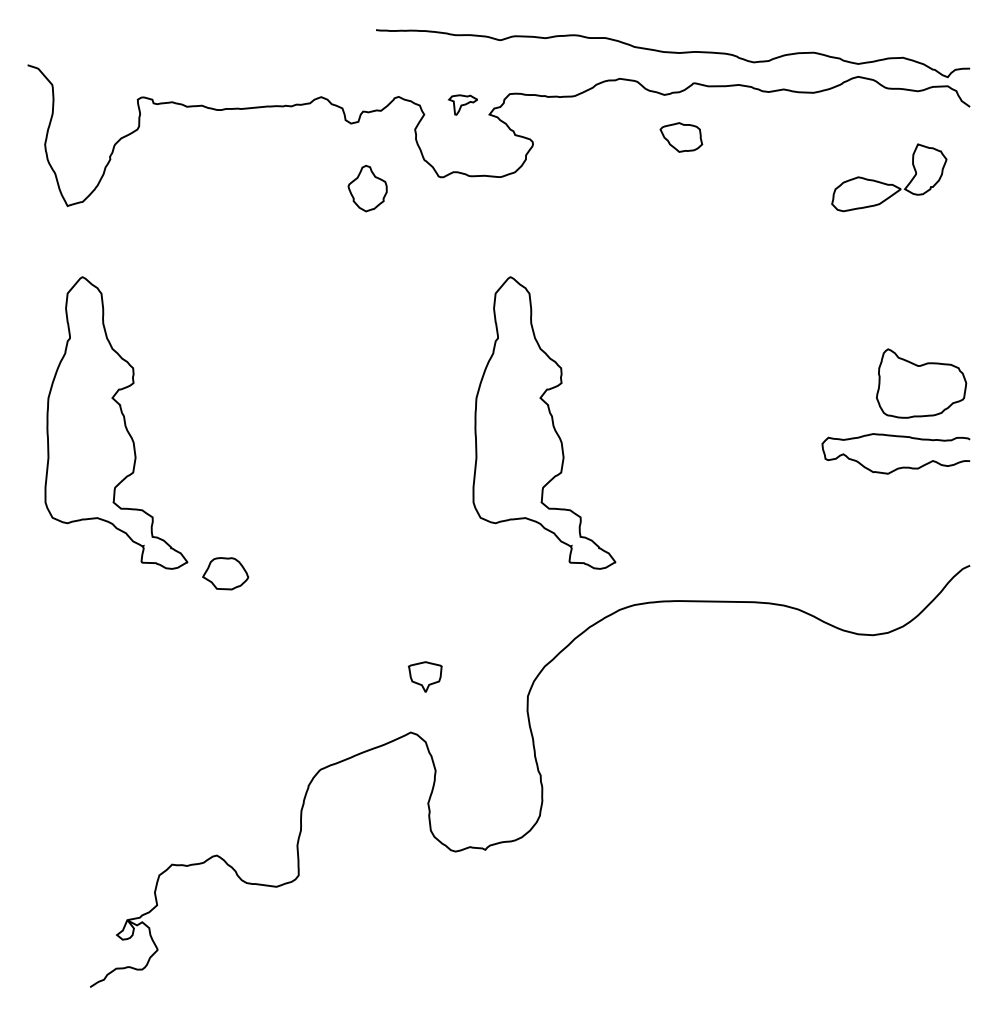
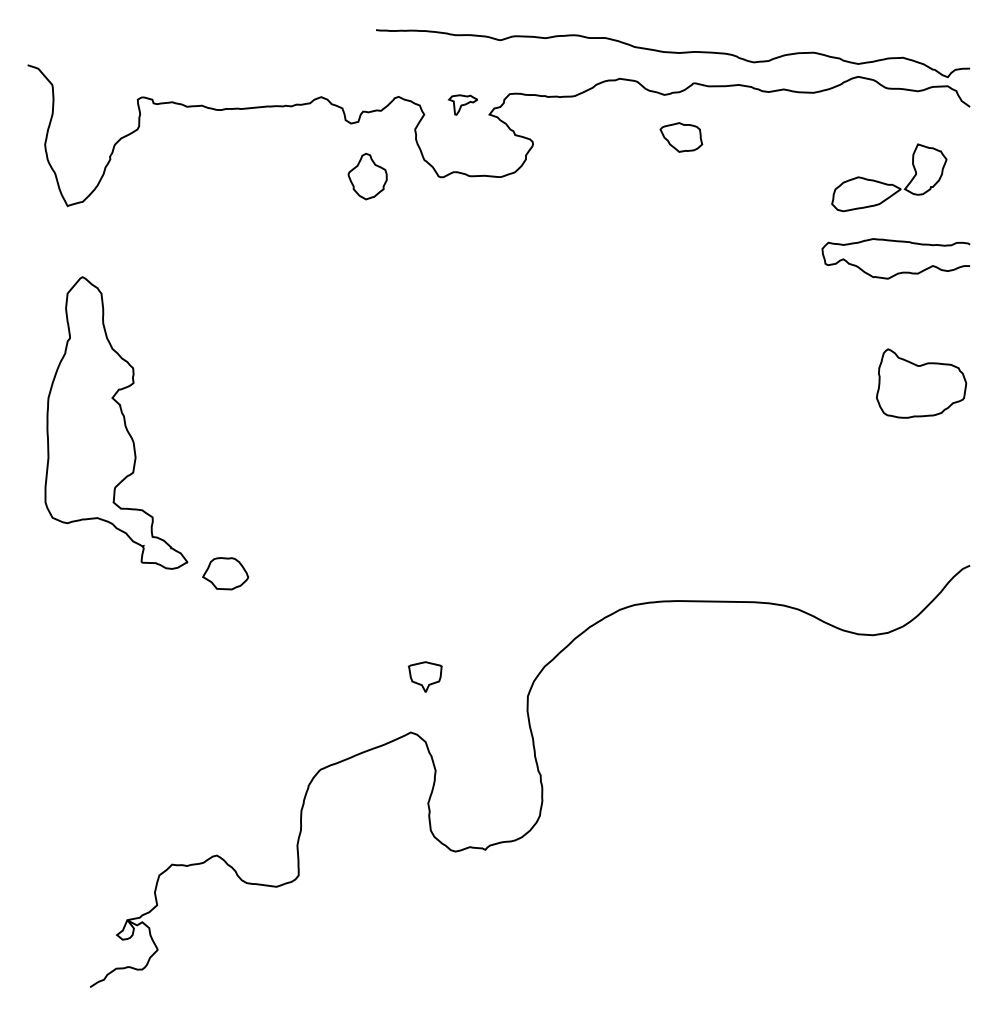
part at (367, 188) position: (367, 188) -> (367, 176)
part at (544, 422): present -> none
part at (897, 467) position: (897, 467) -> (897, 272)
